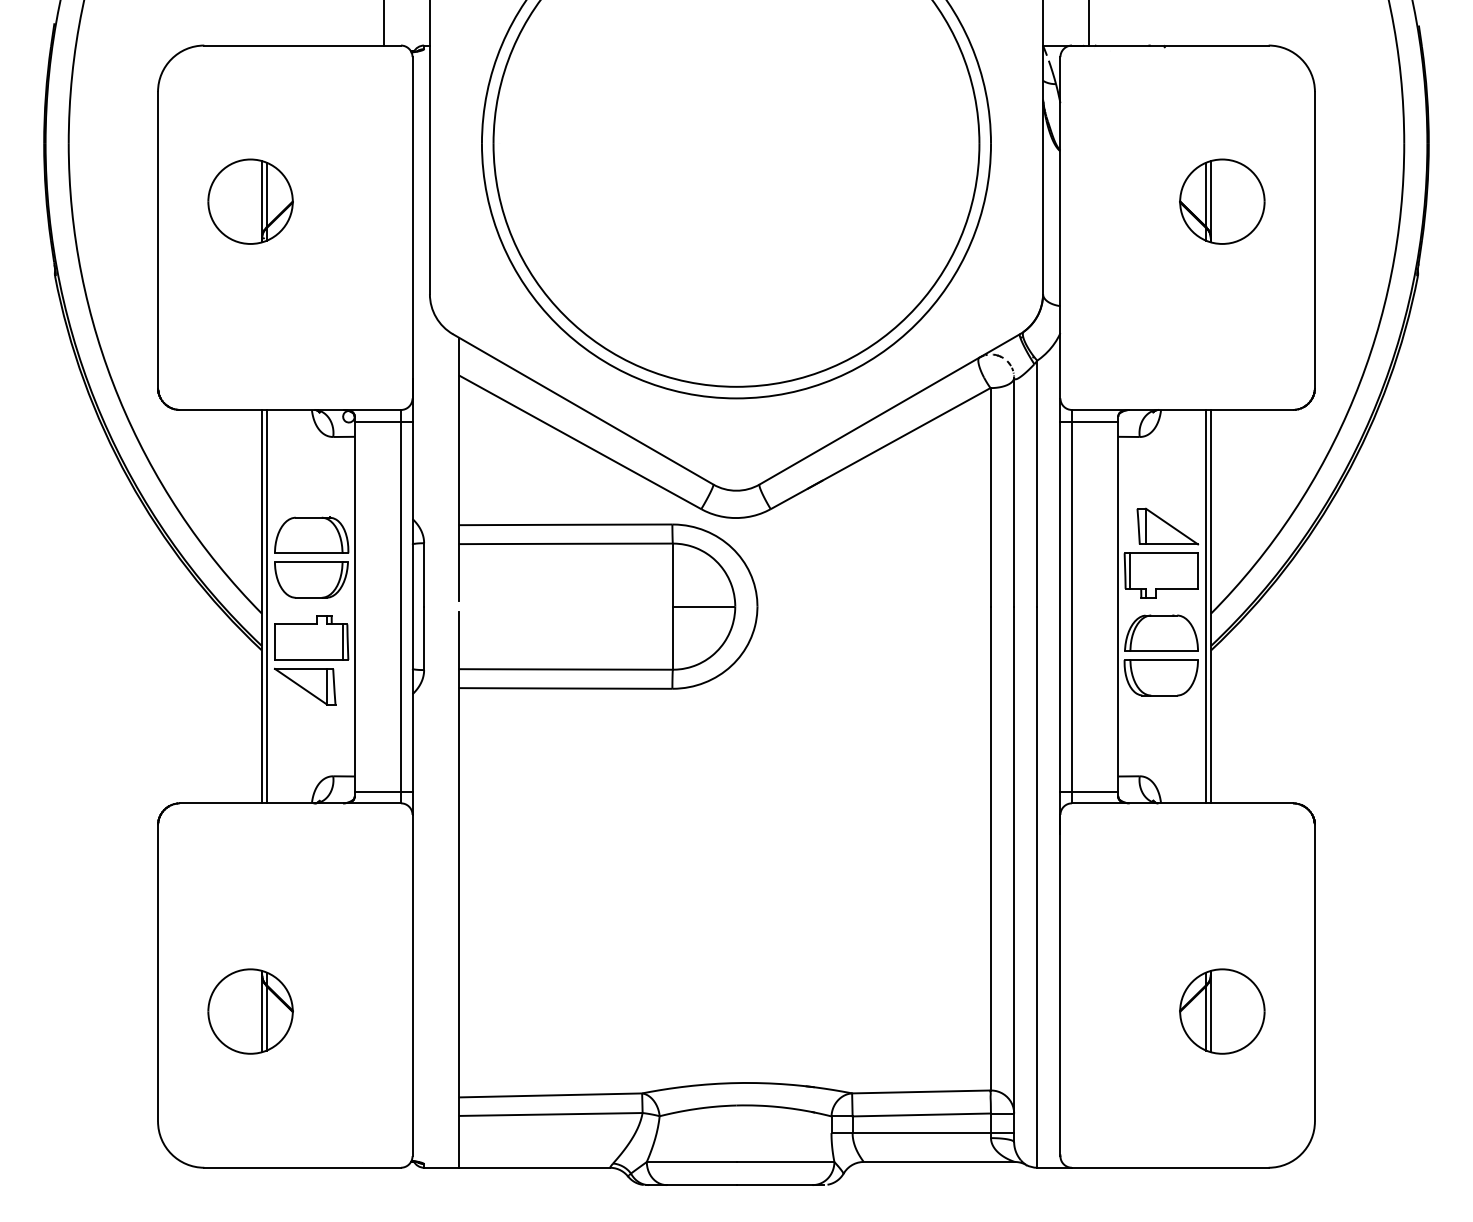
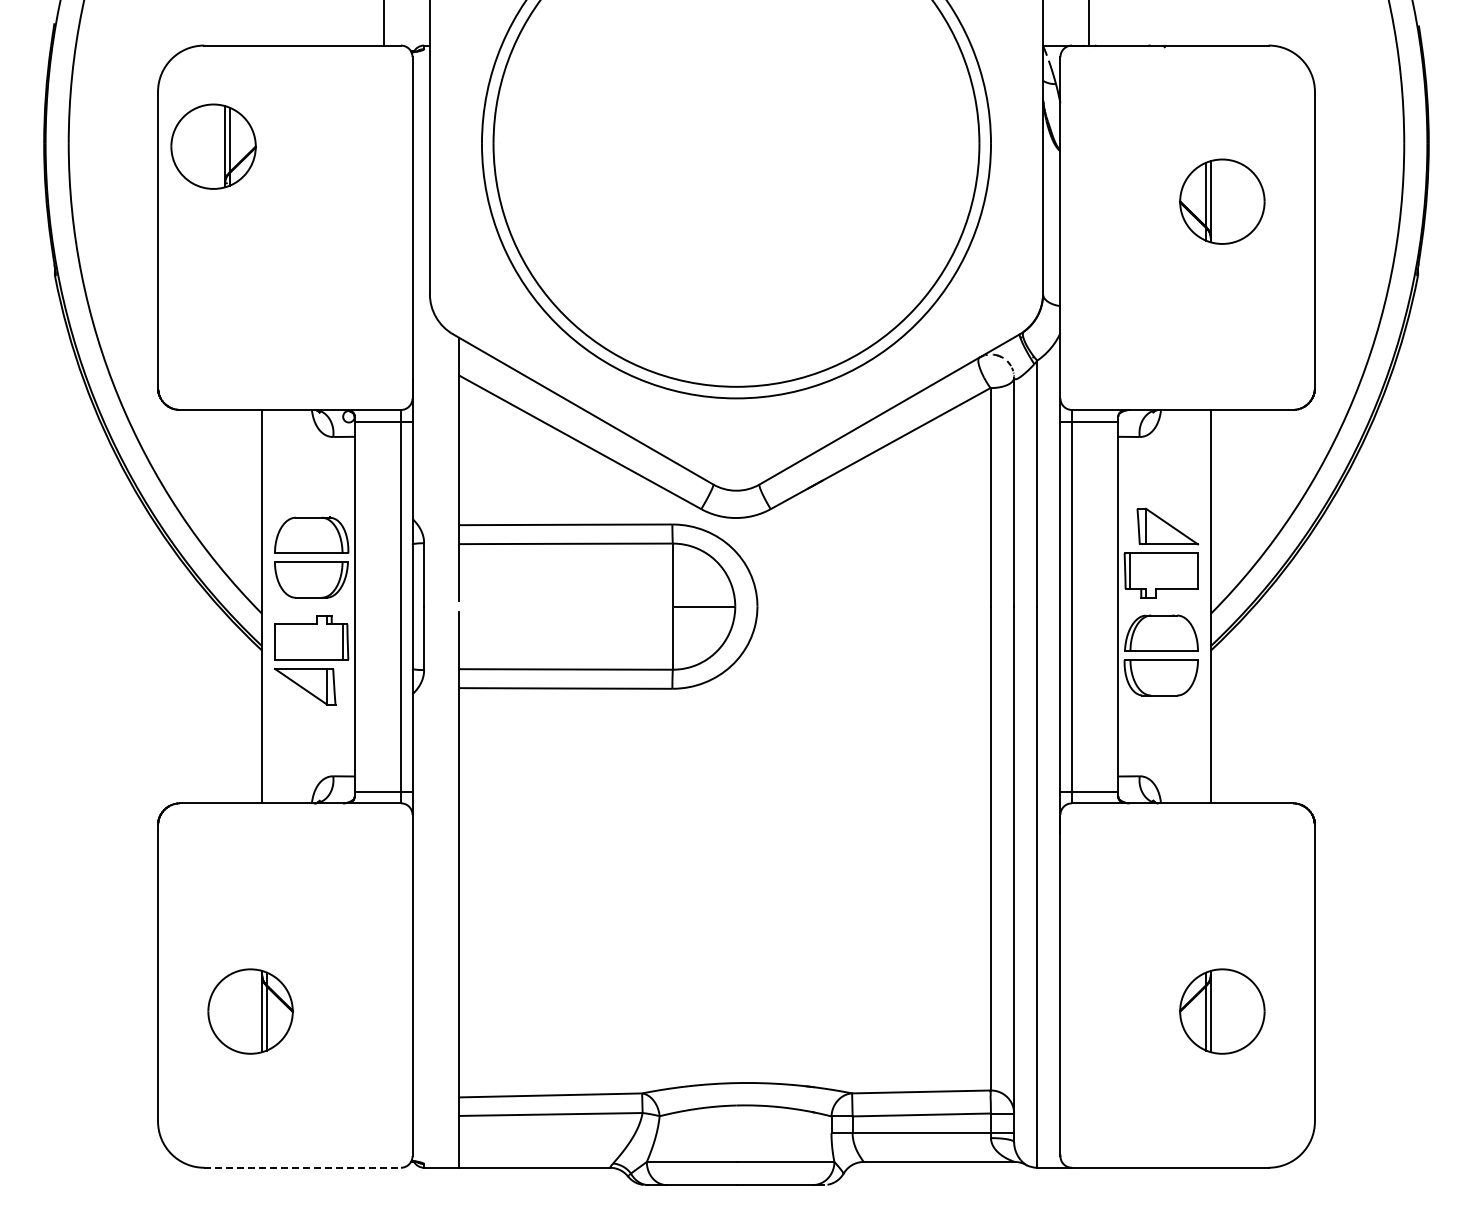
part at (250, 201) position: (250, 201) -> (213, 146)
line at (266, 606): present -> none
line at (1206, 606): present -> none
line at (303, 1167): solid -> dashed
